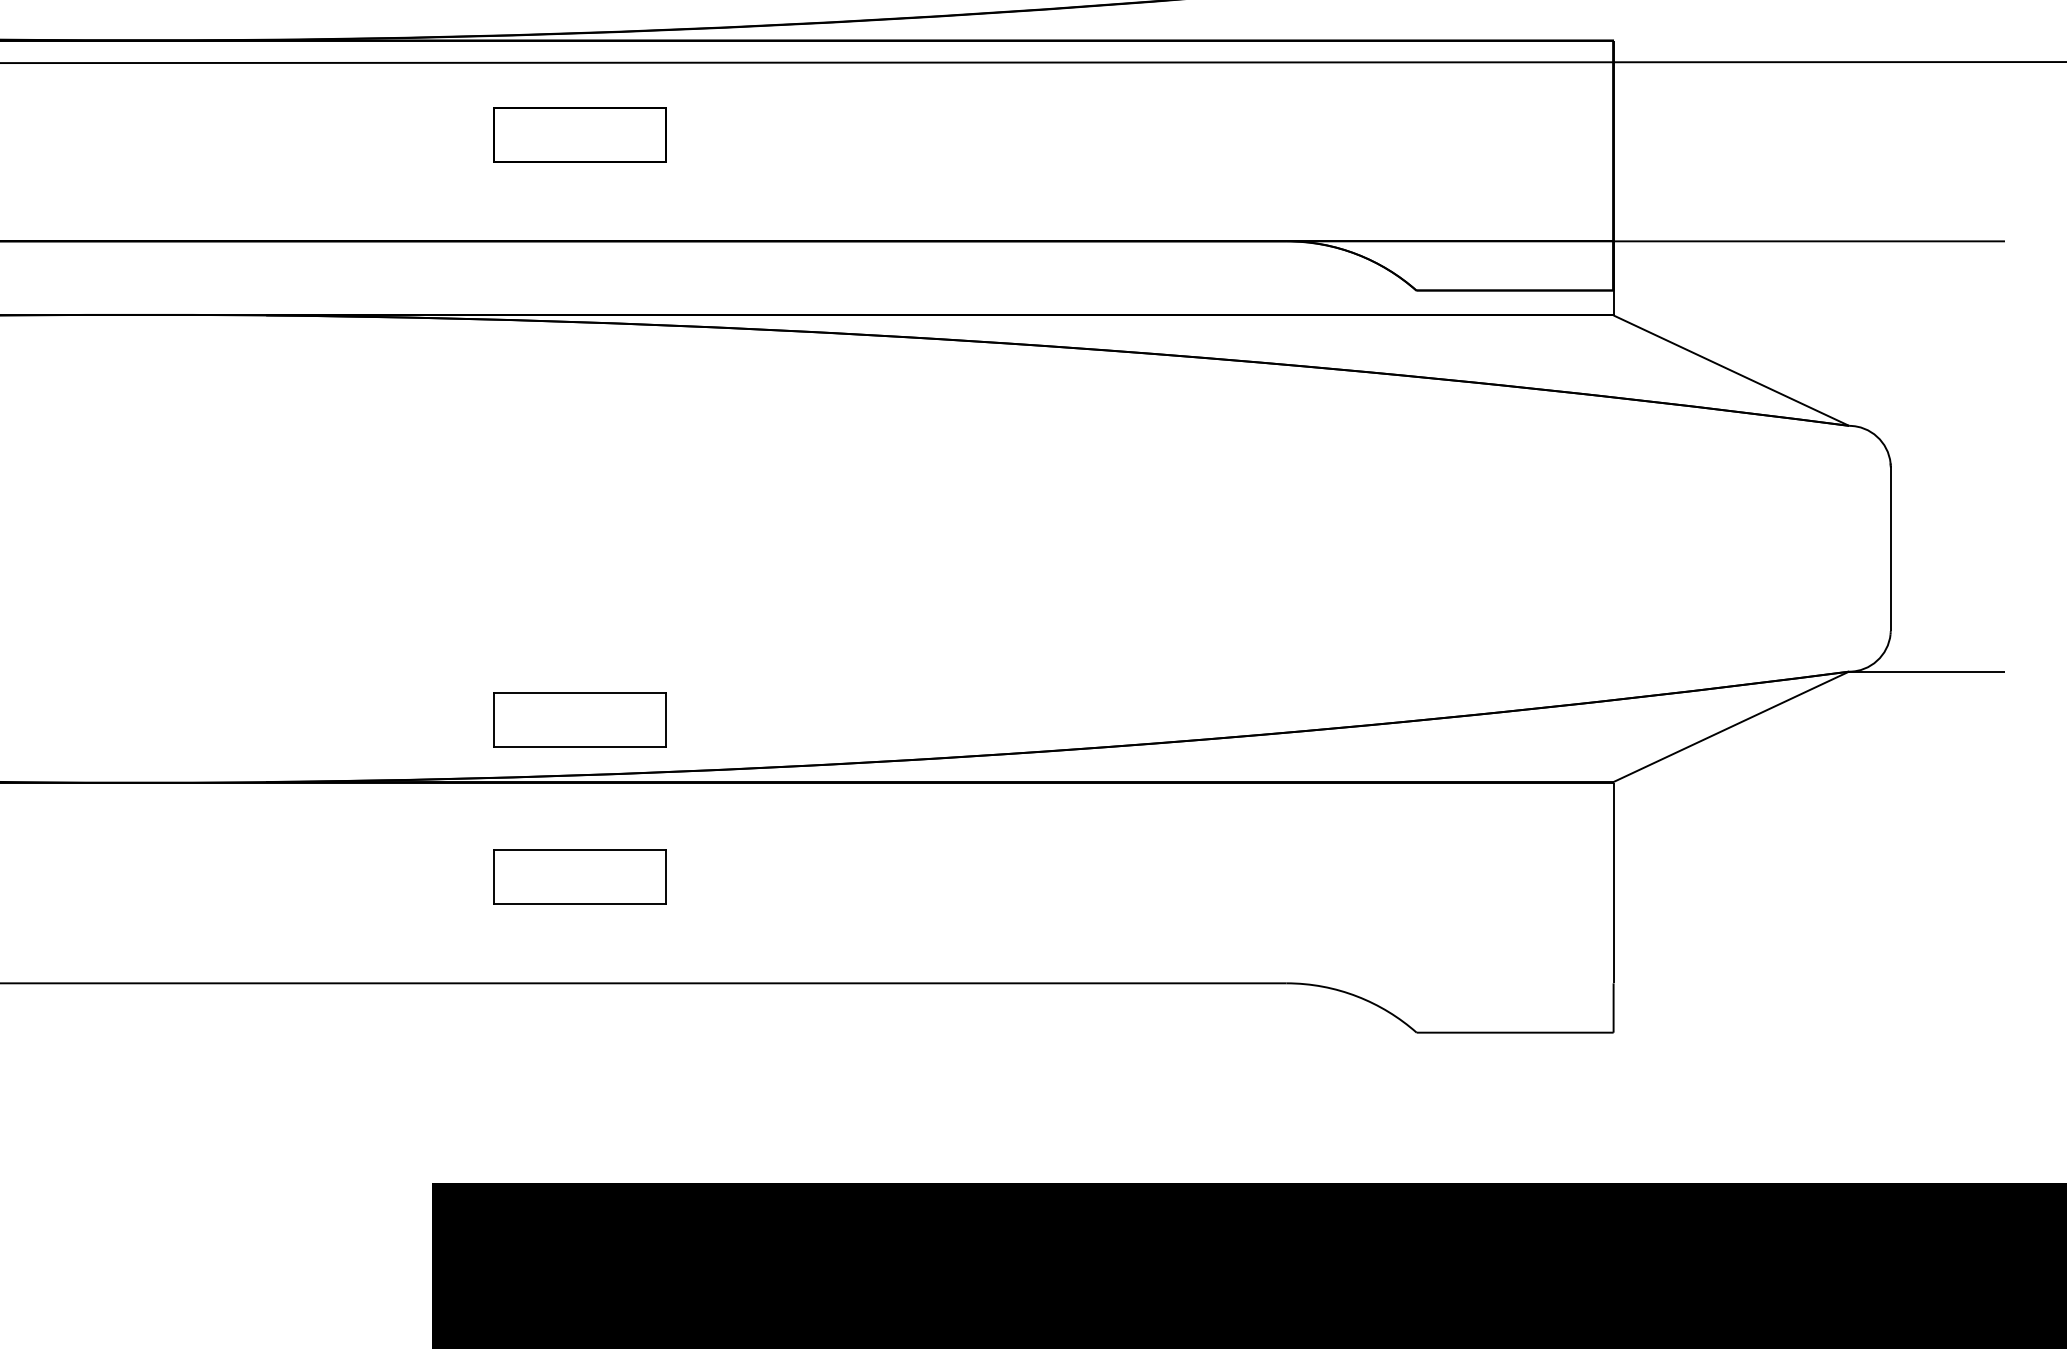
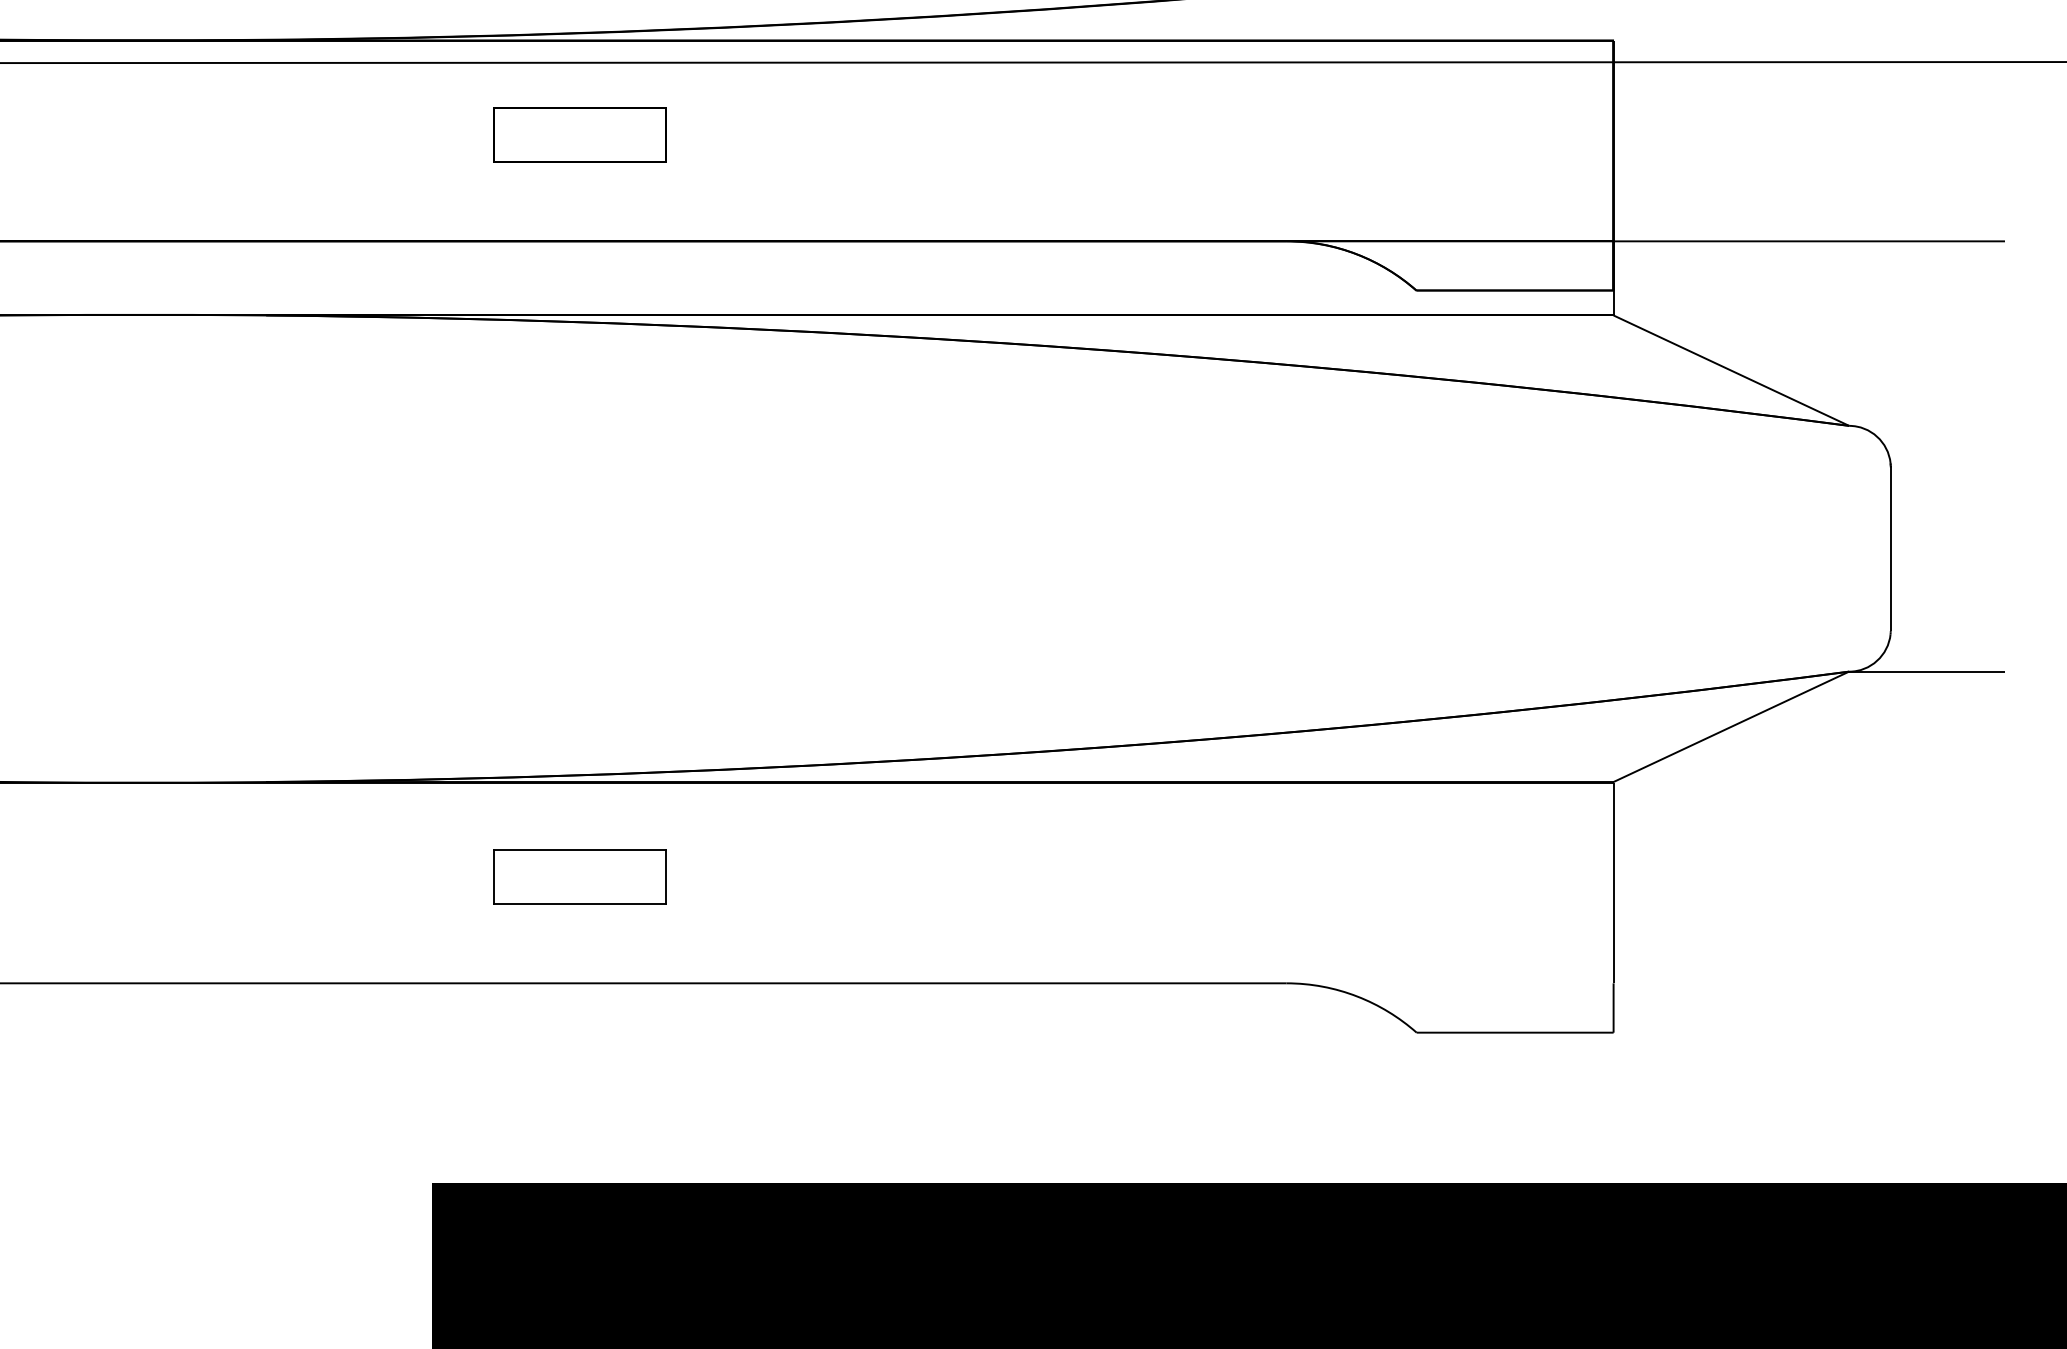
part at (579, 719): present -> none
